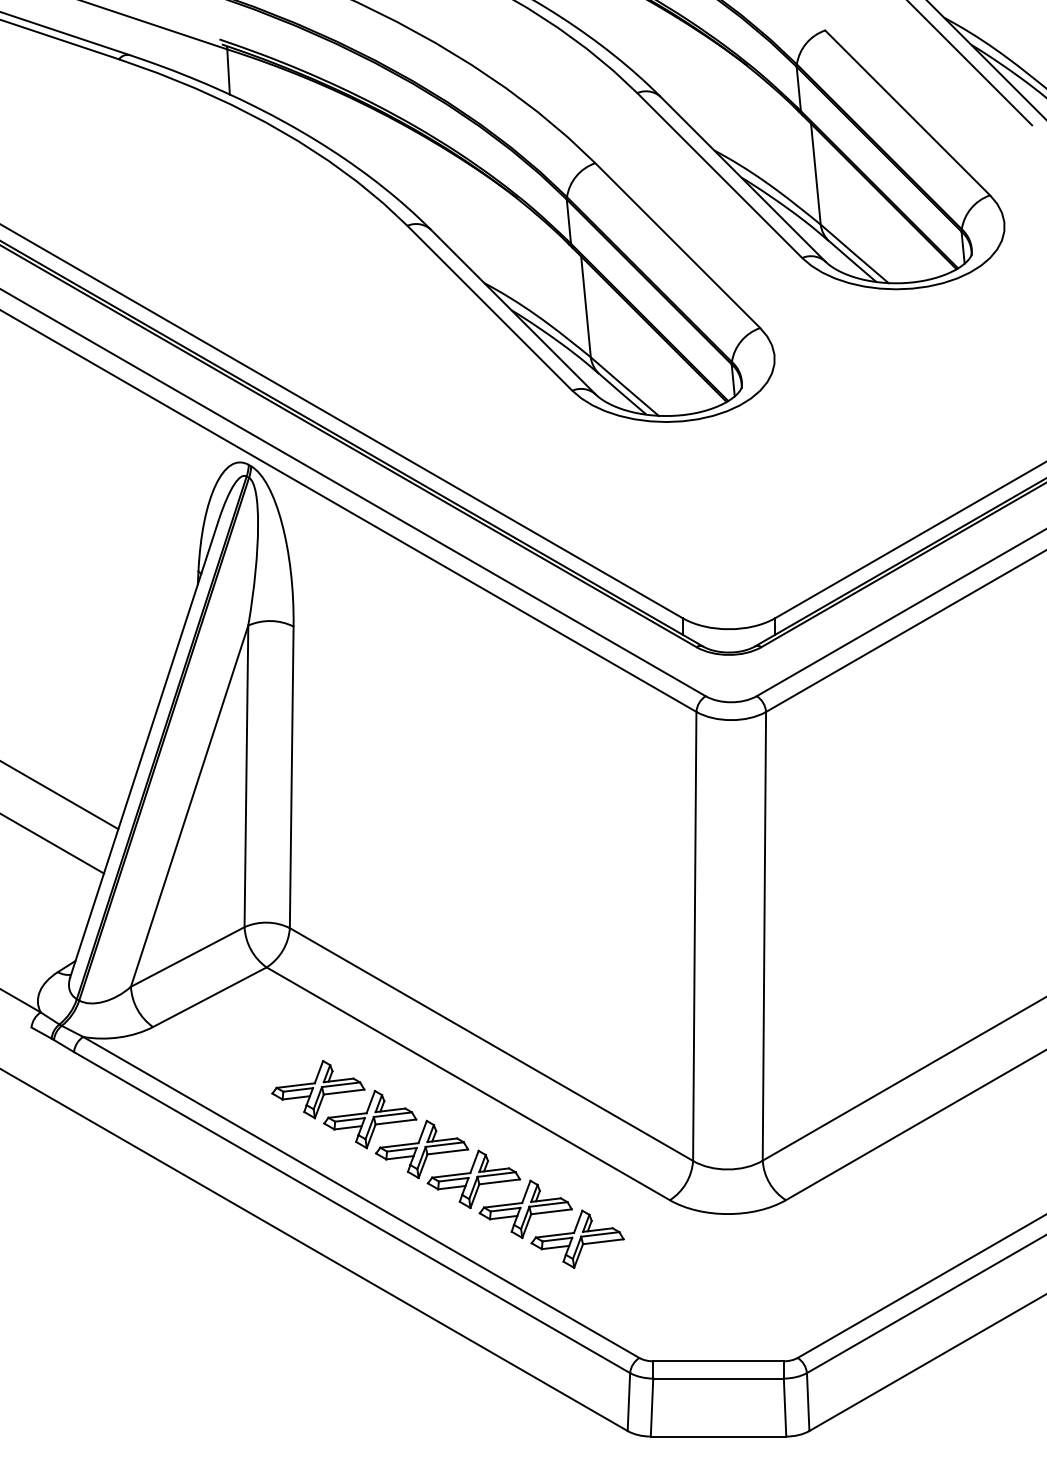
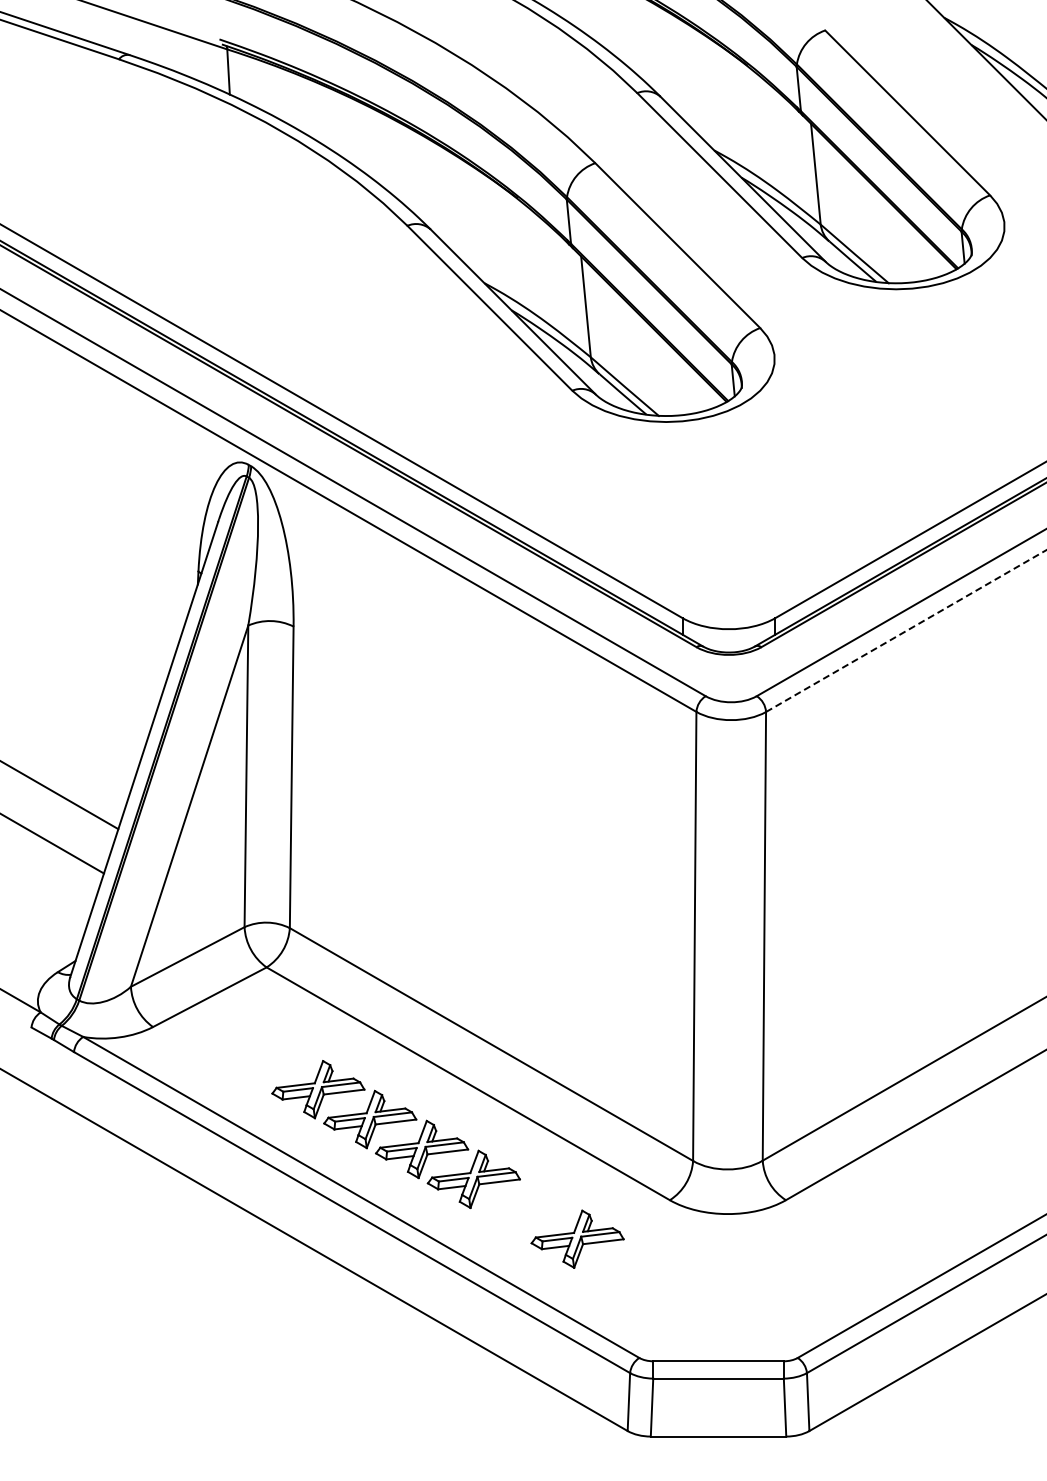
line at (970, 63): present -> none
line at (906, 631): solid -> dashed
part at (525, 1208): present -> none
